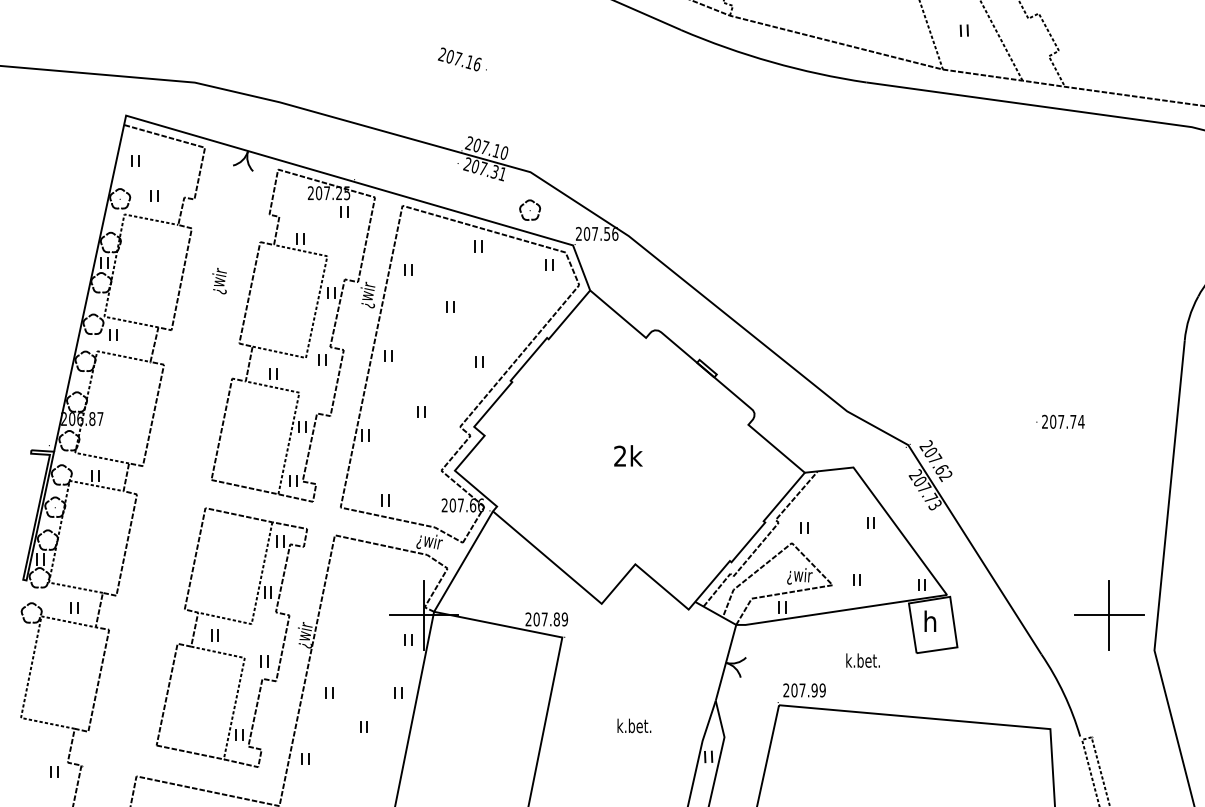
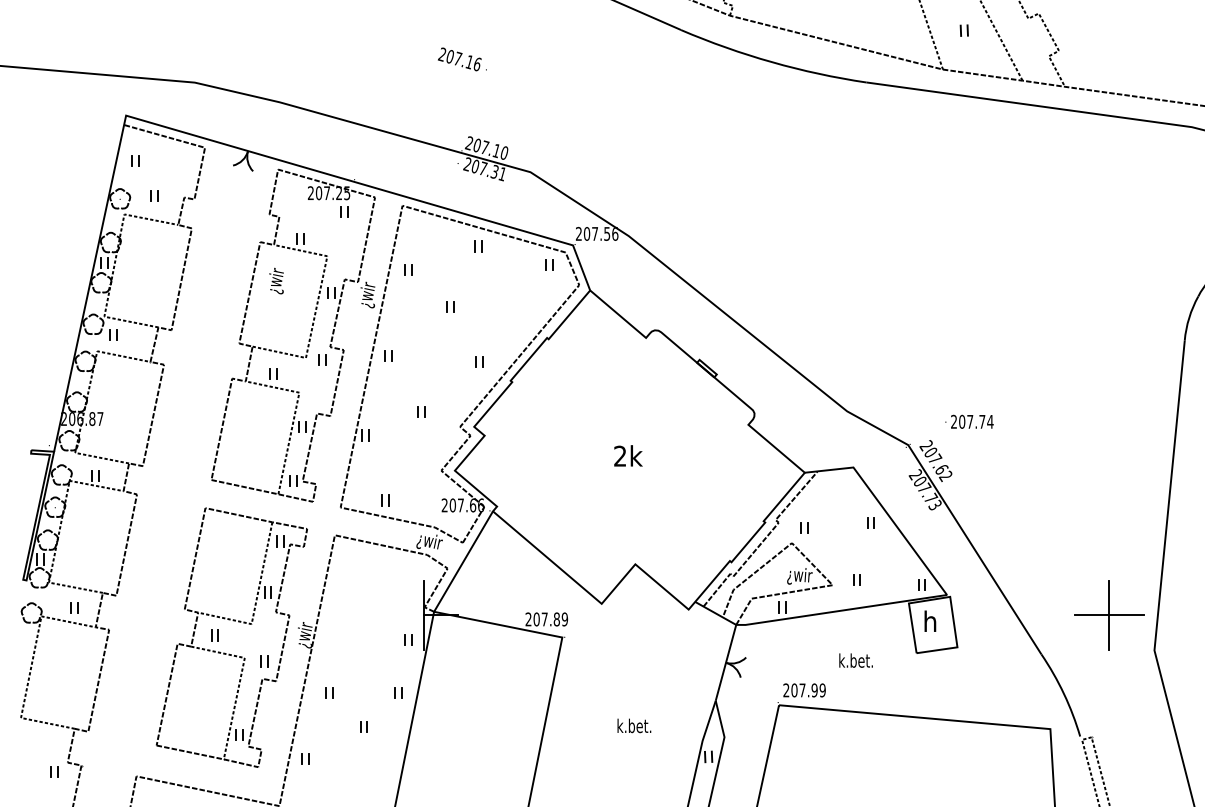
part at (530, 209): present -> none
text at (219, 280) position: (219, 280) -> (276, 280)
text at (1060, 421) position: (1060, 421) -> (969, 421)
line at (406, 615): present -> none
text at (862, 660) position: (862, 660) -> (855, 660)
